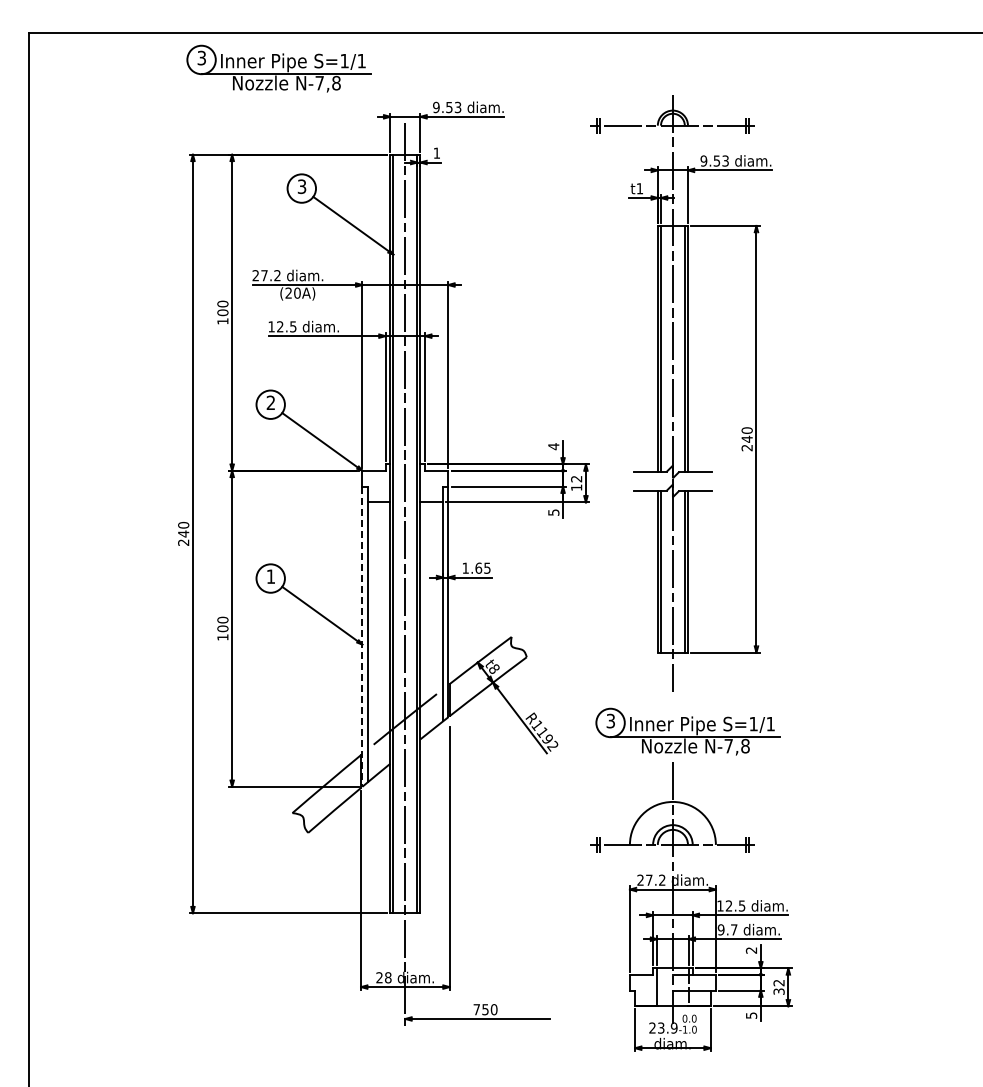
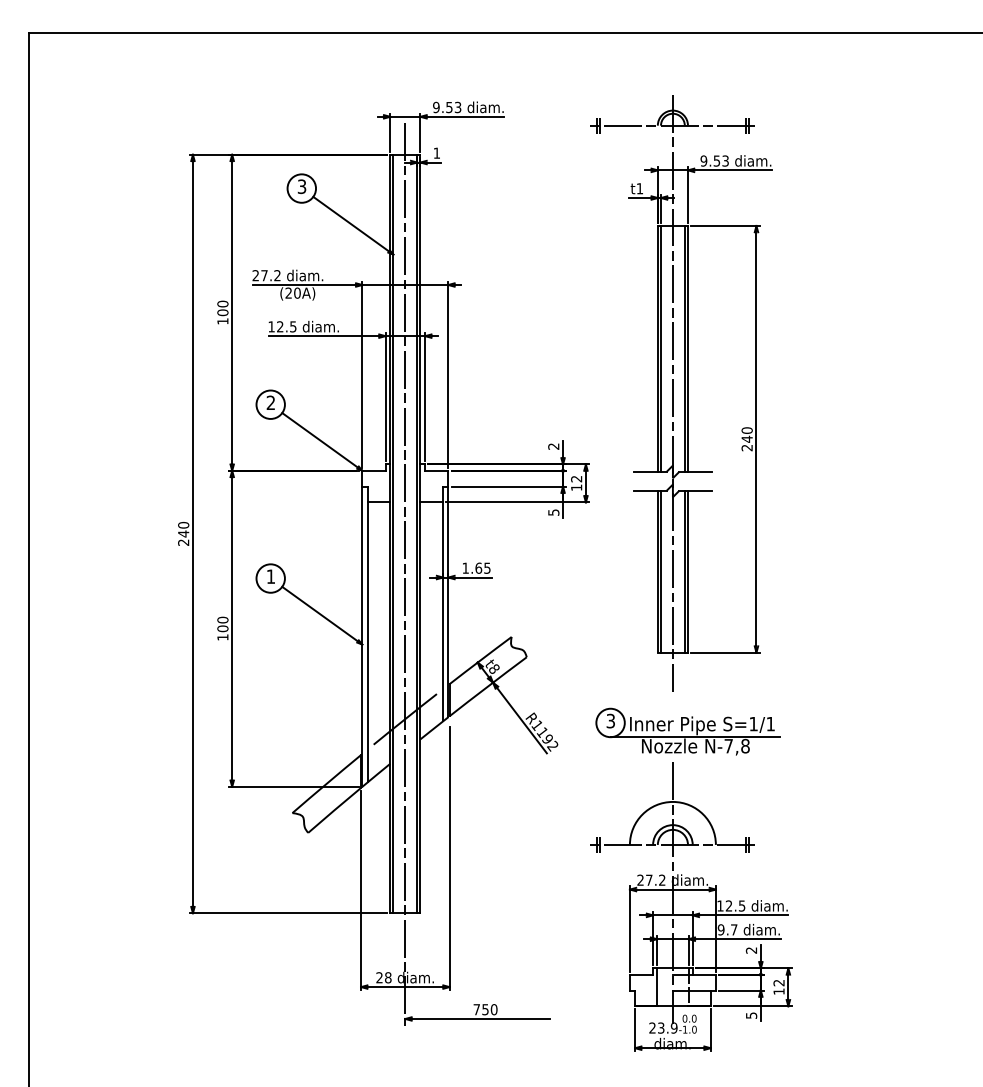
part at (278, 68): present -> none
text at (553, 446): 4 -> 2
line at (362, 637): dashed -> solid
text at (778, 991): 32 -> 12
